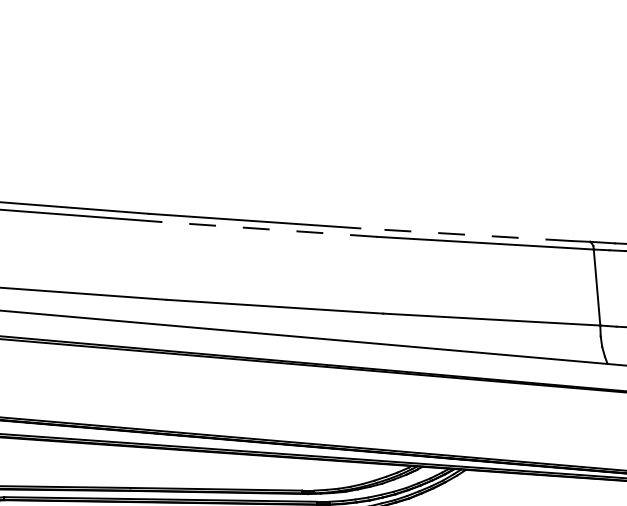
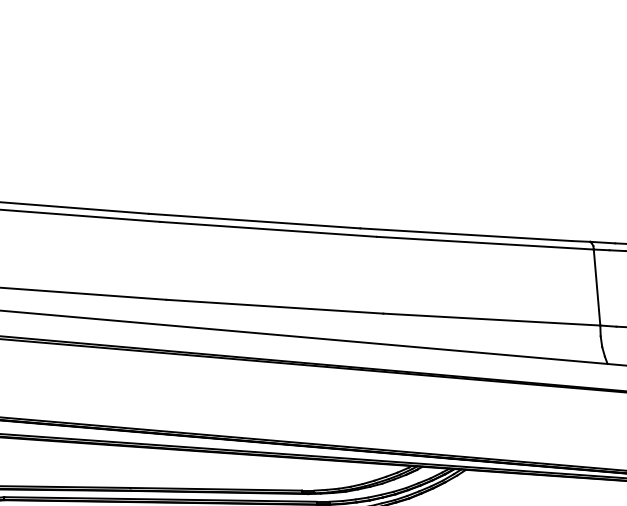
line at (268, 229): dashed -> solid
line at (465, 234): dashed -> solid
